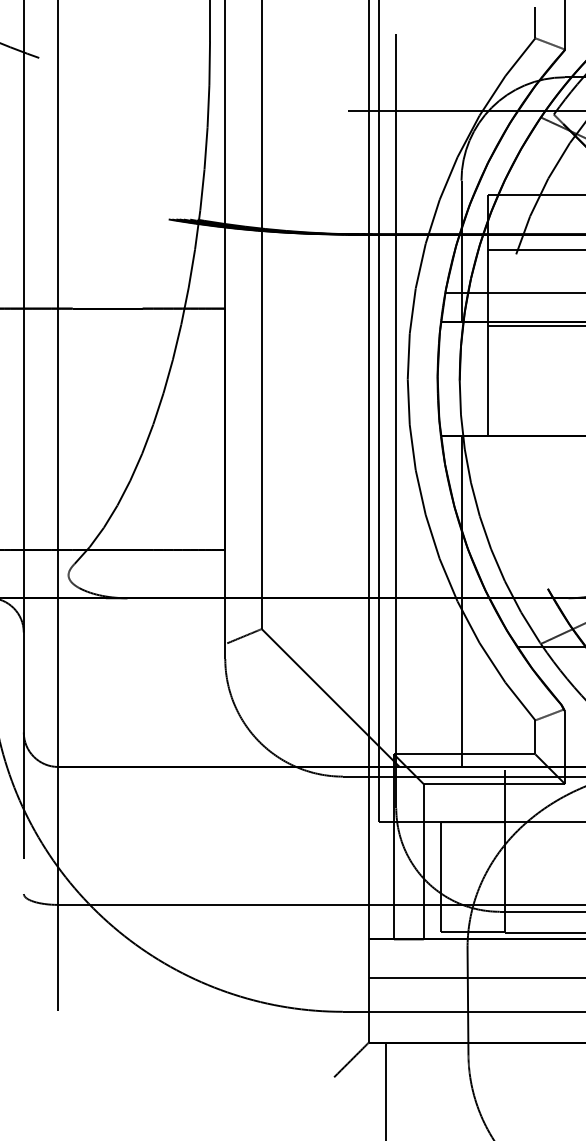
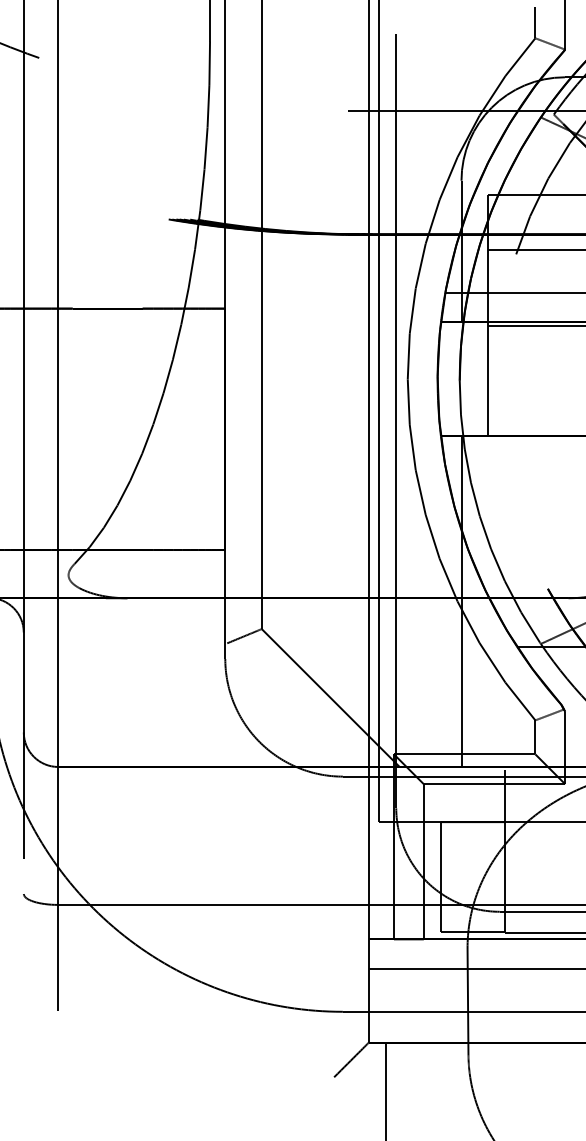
line at (475, 978) position: (475, 978) -> (475, 969)
